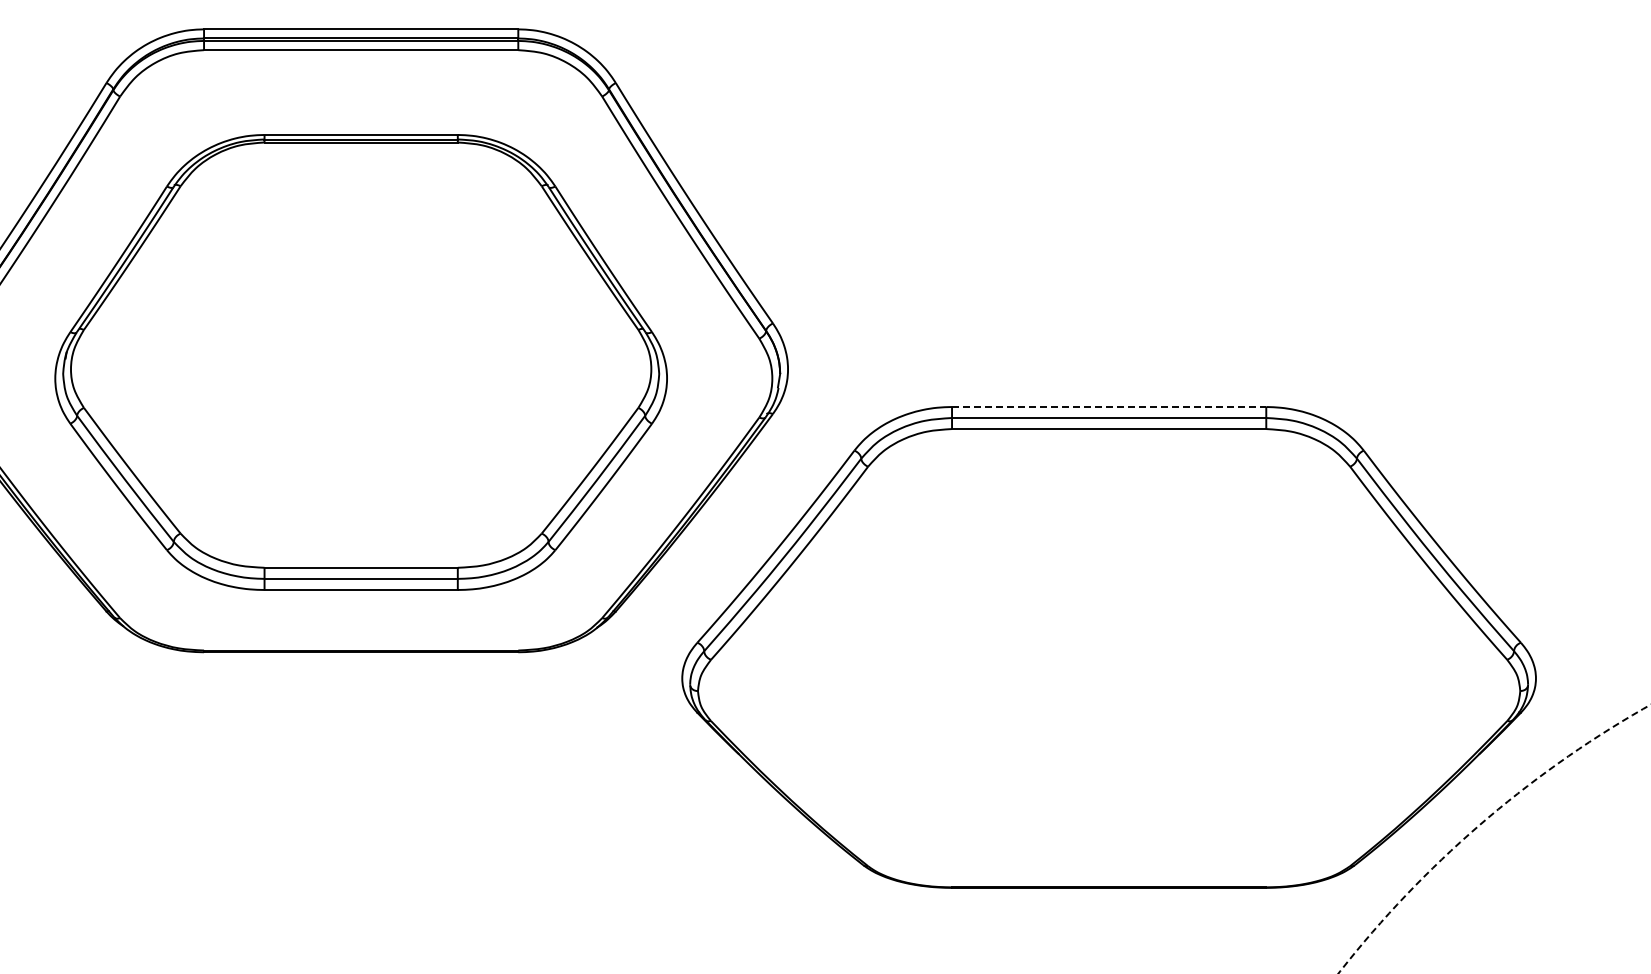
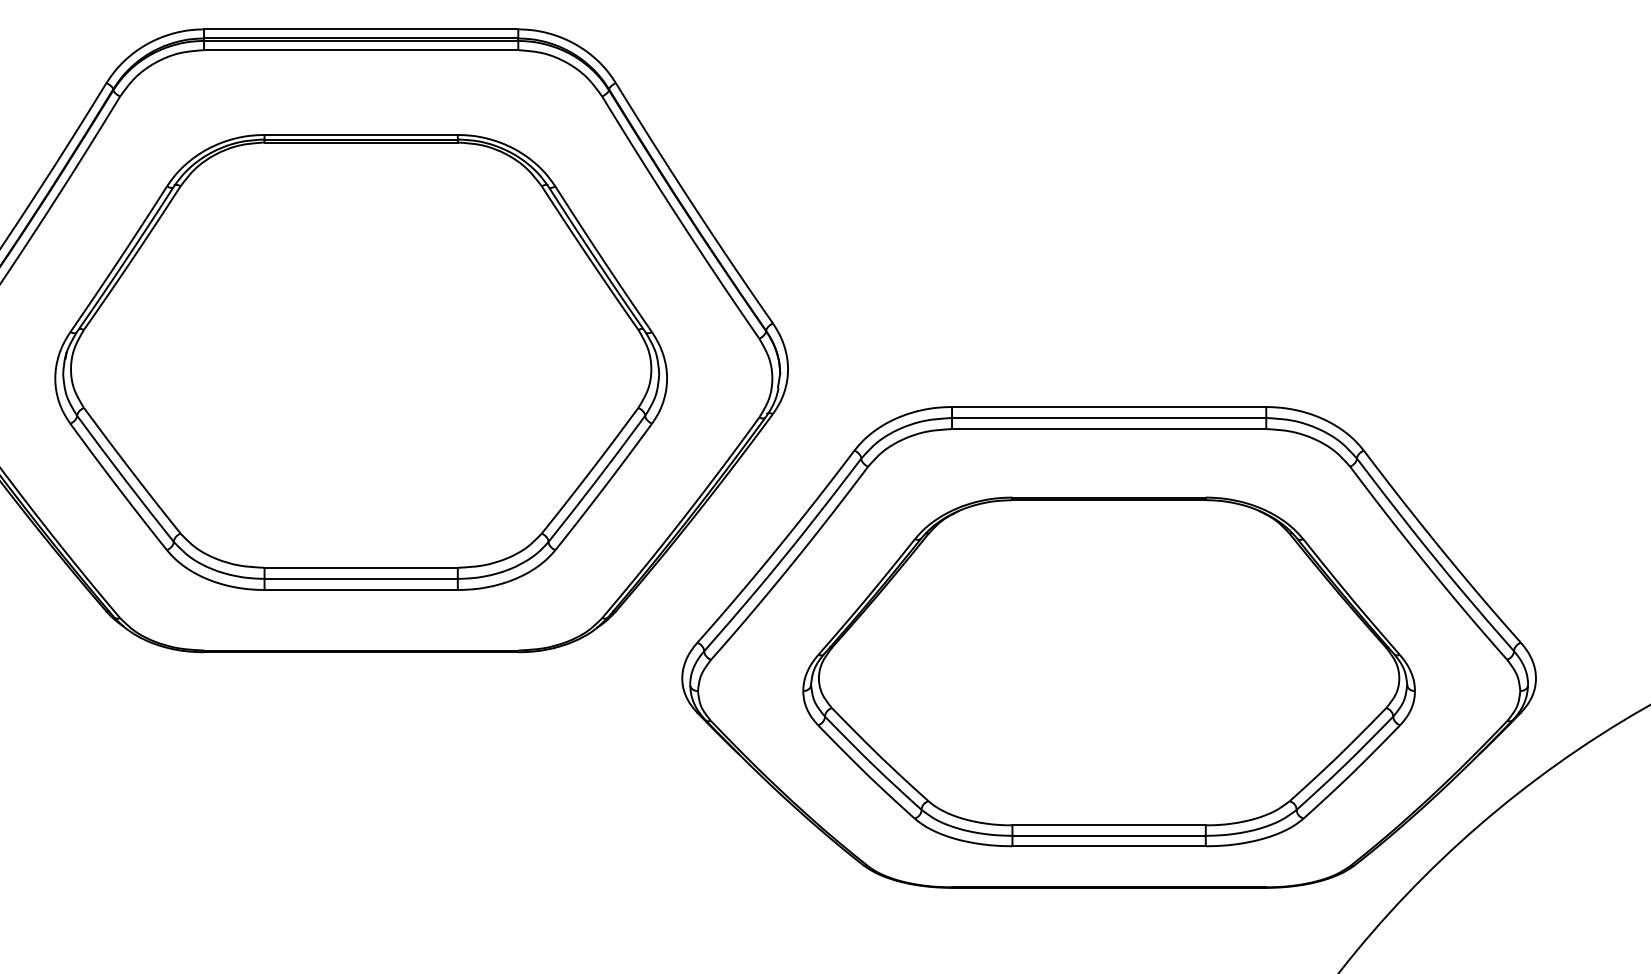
line at (1109, 407): dashed -> solid
part at (1108, 671): none -> present
circle at (1494, 838): dashed -> solid
